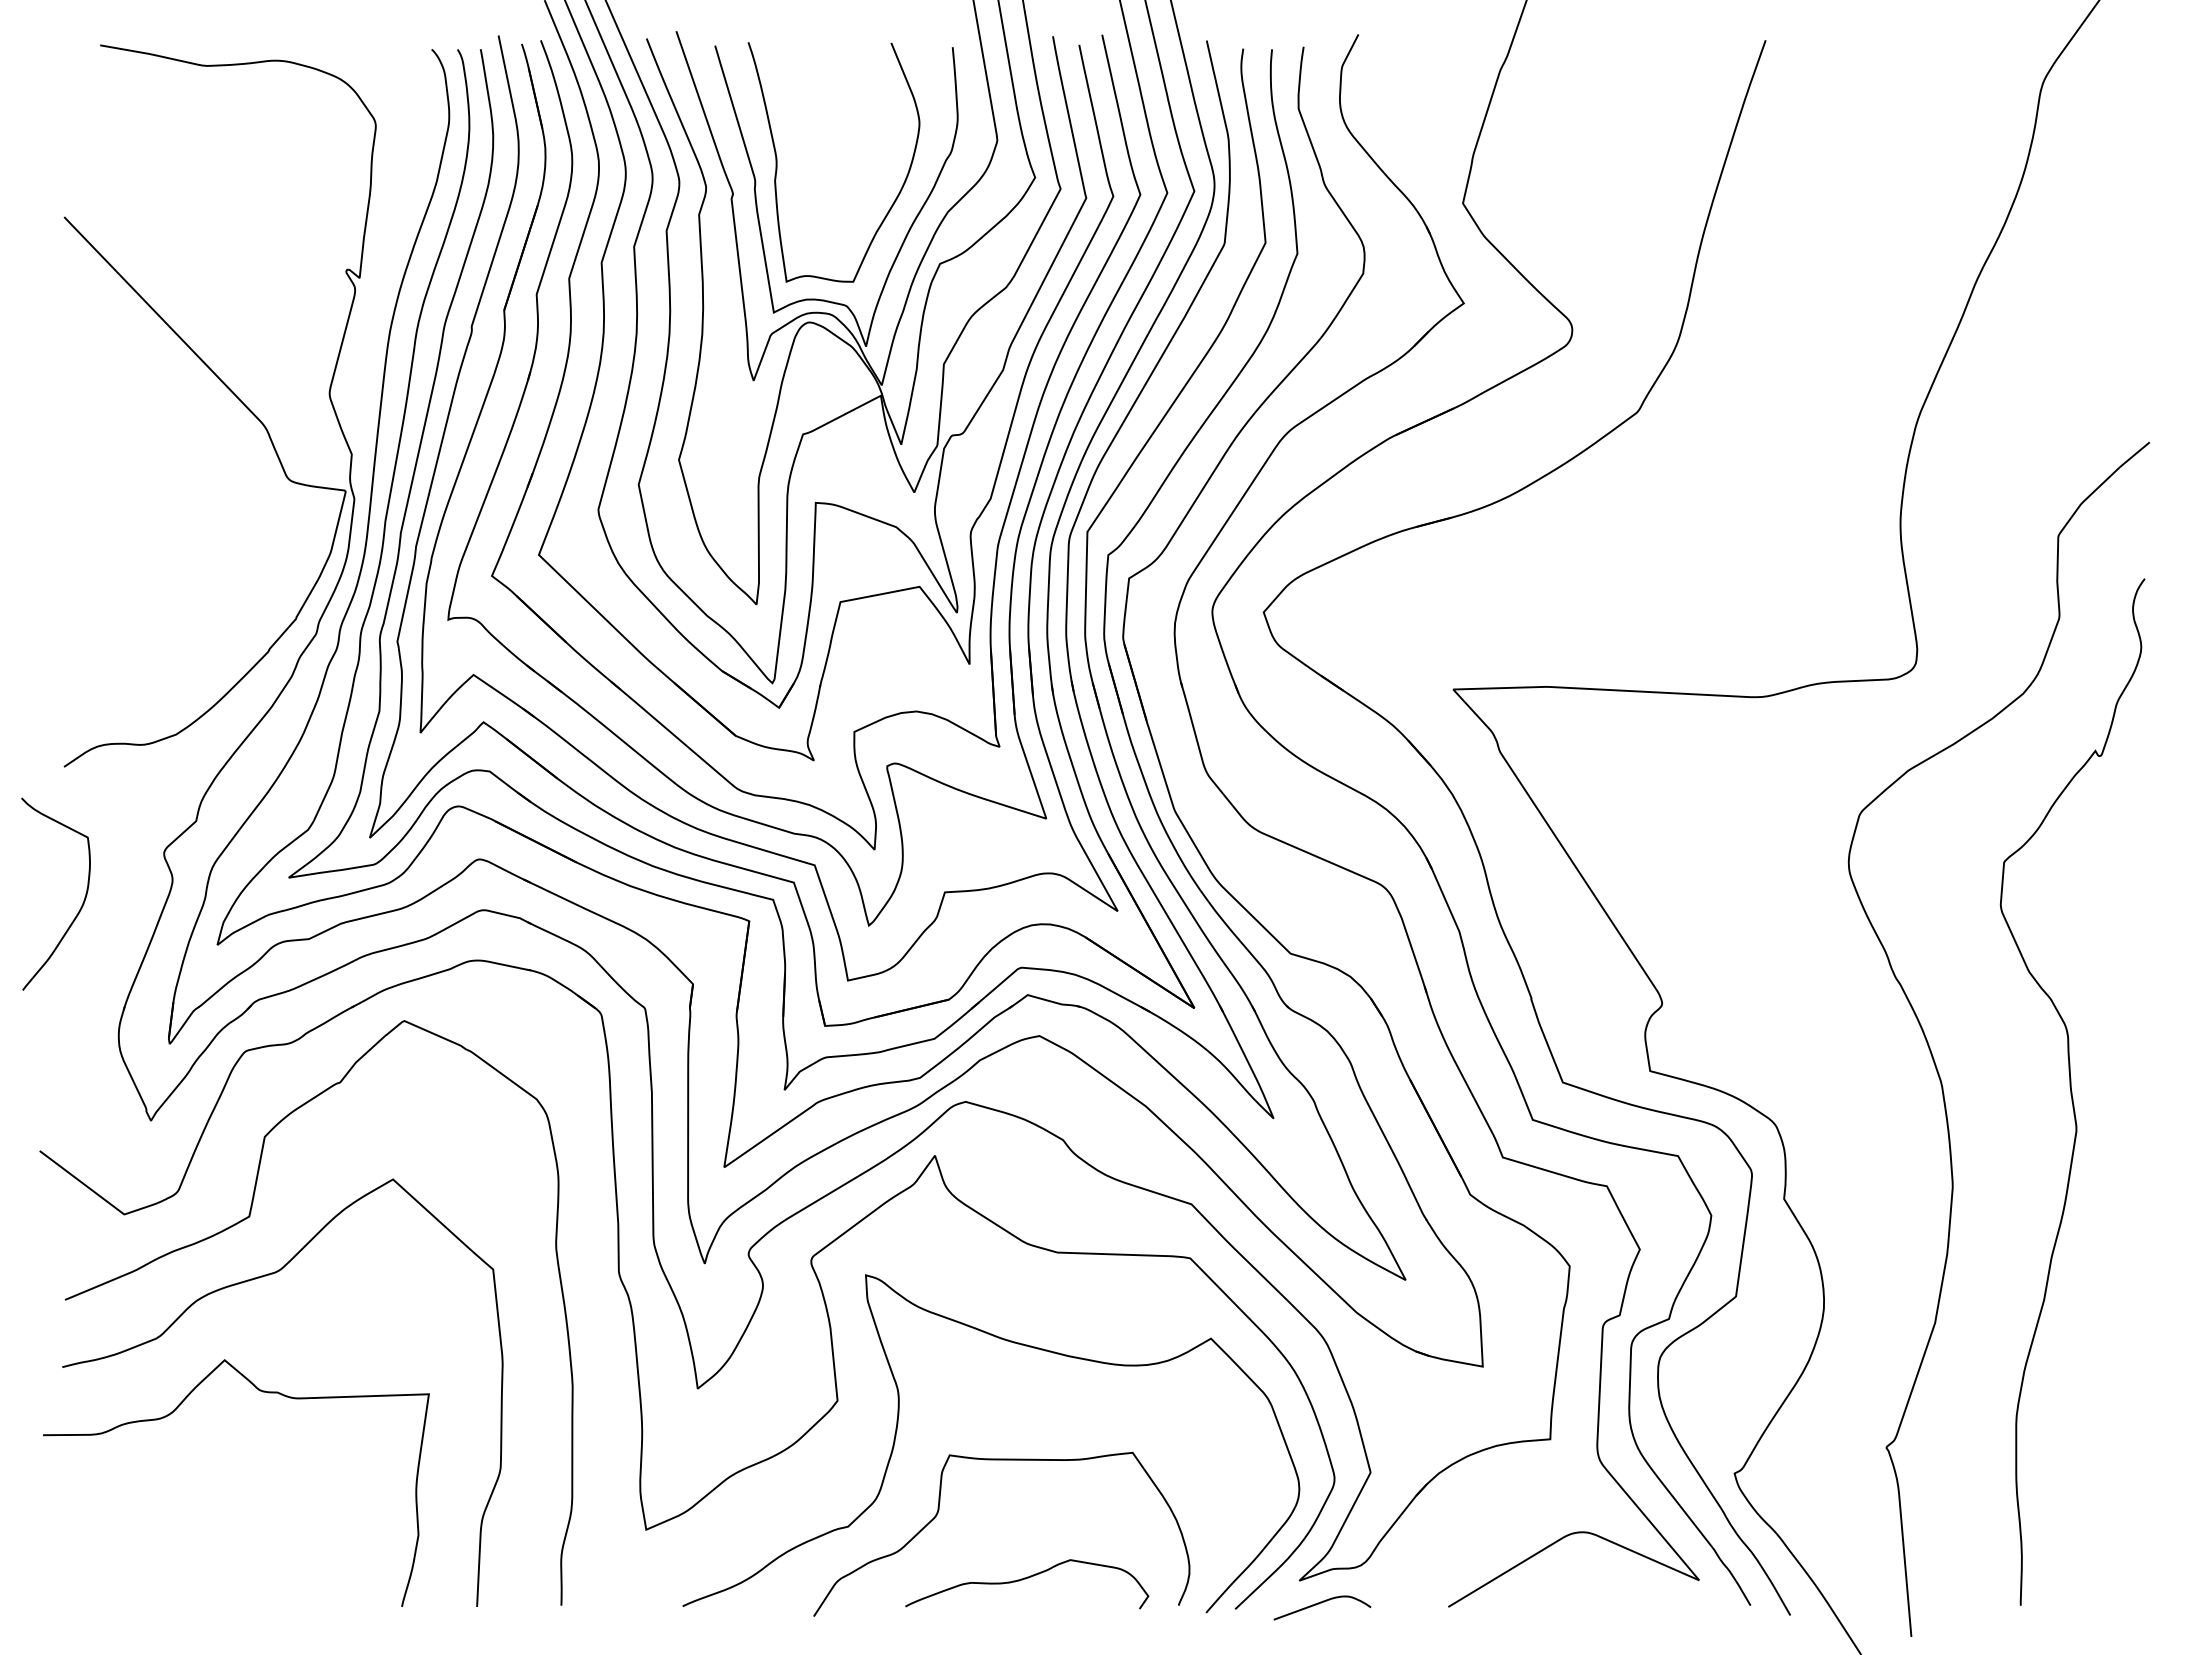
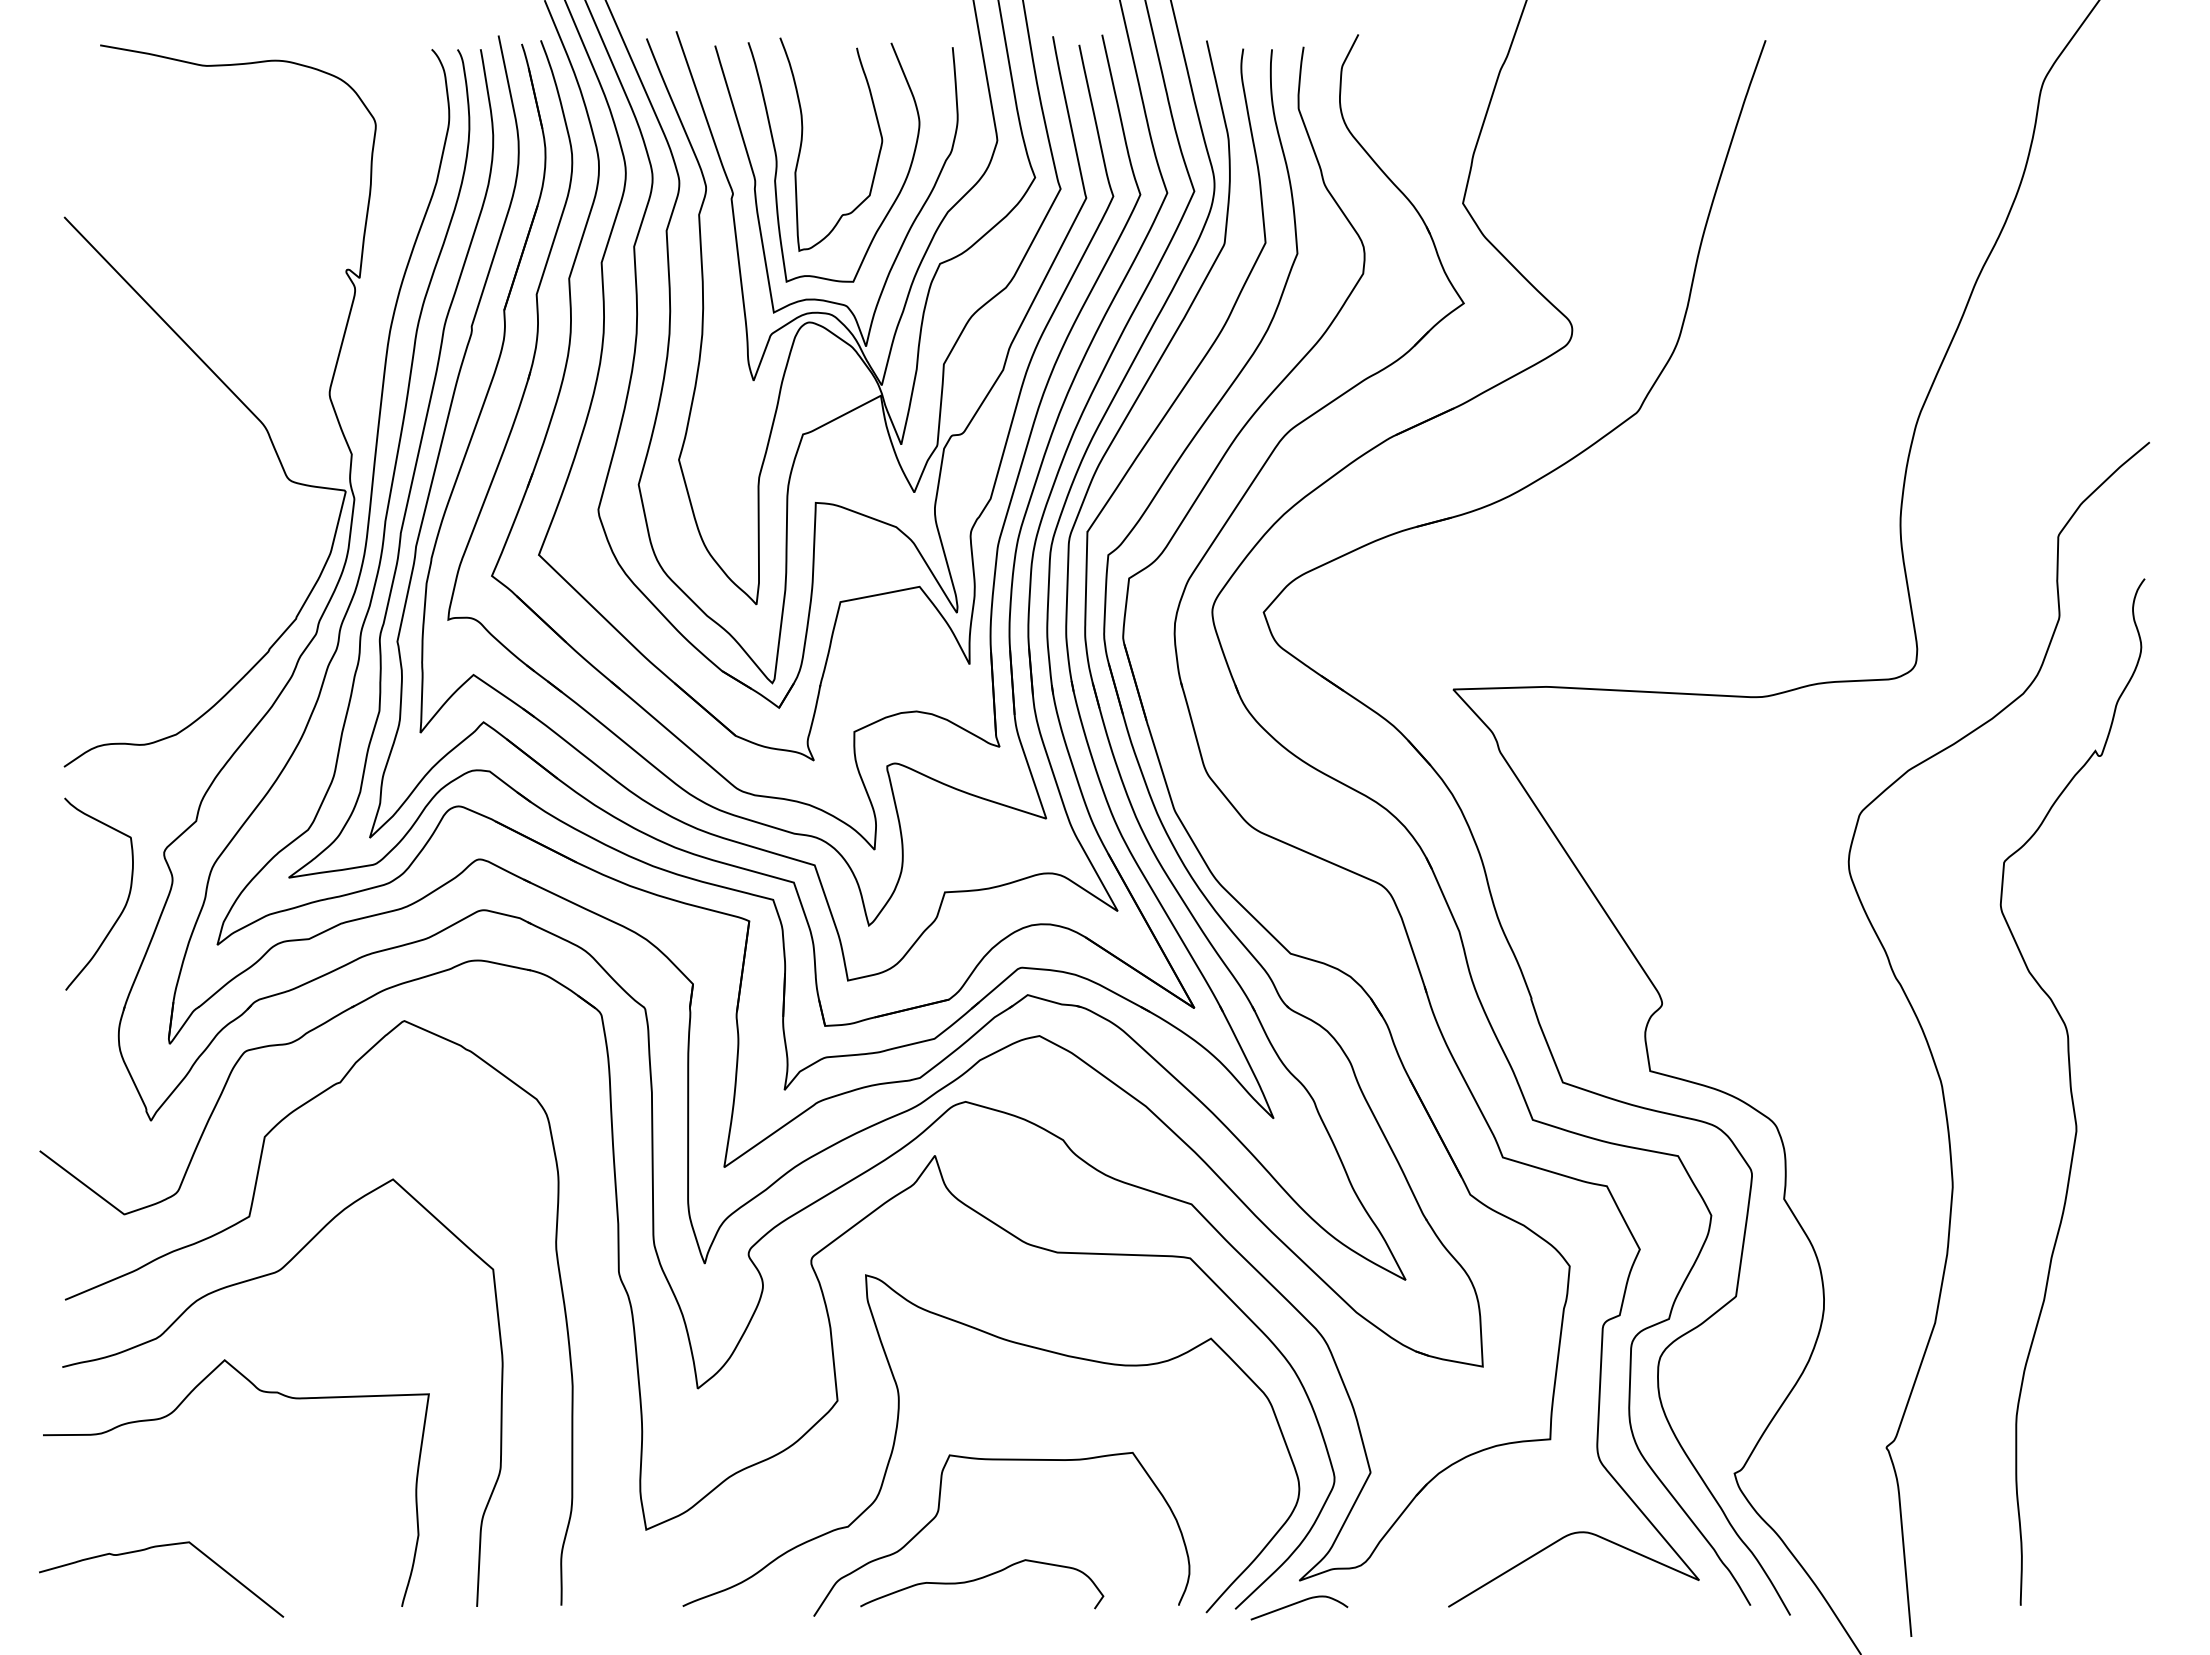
curve at (802, 143): none -> present
curve at (82, 902) position: (82, 902) -> (125, 902)
curve at (157, 1547): none -> present
curve at (1025, 1579) position: (1025, 1579) -> (980, 1579)
curve at (1321, 1603) position: (1321, 1603) -> (1298, 1603)
